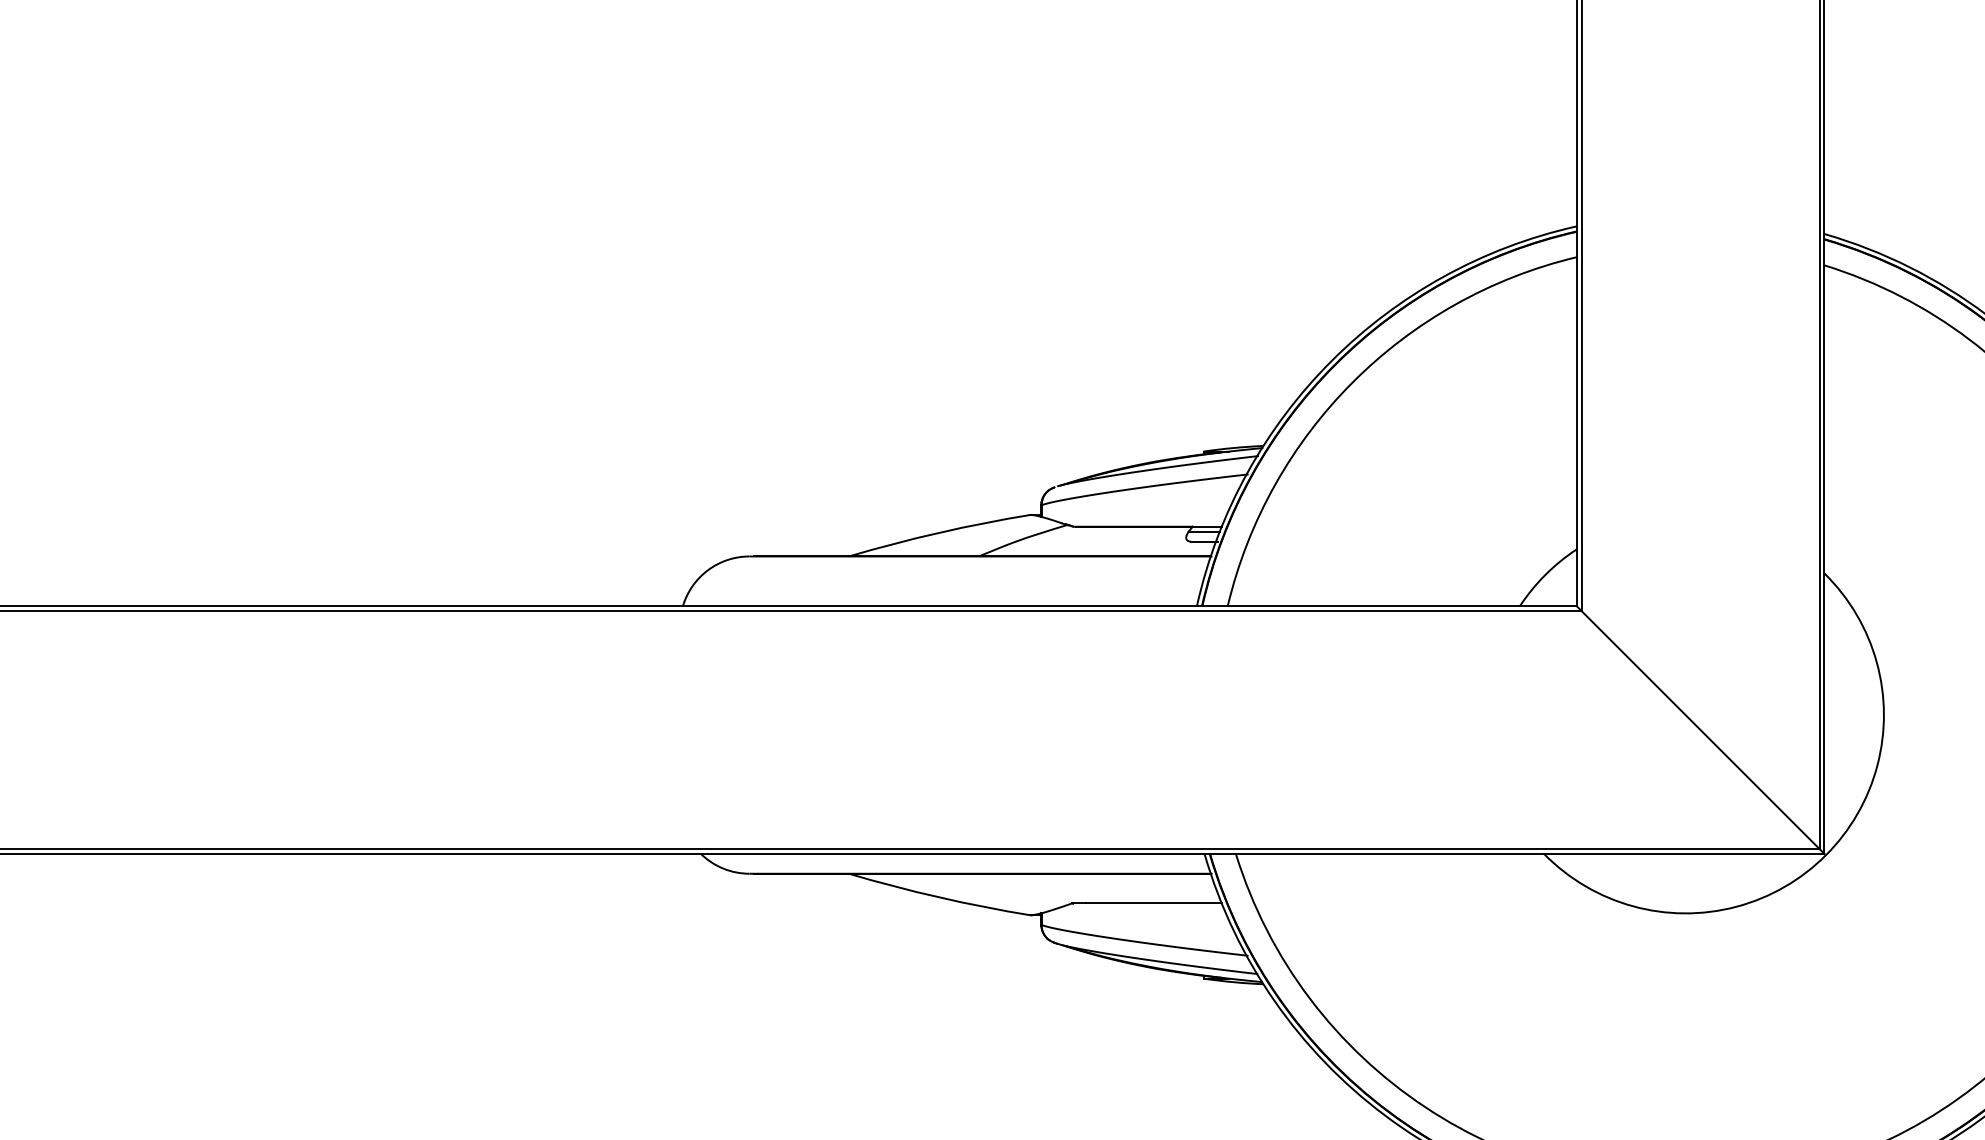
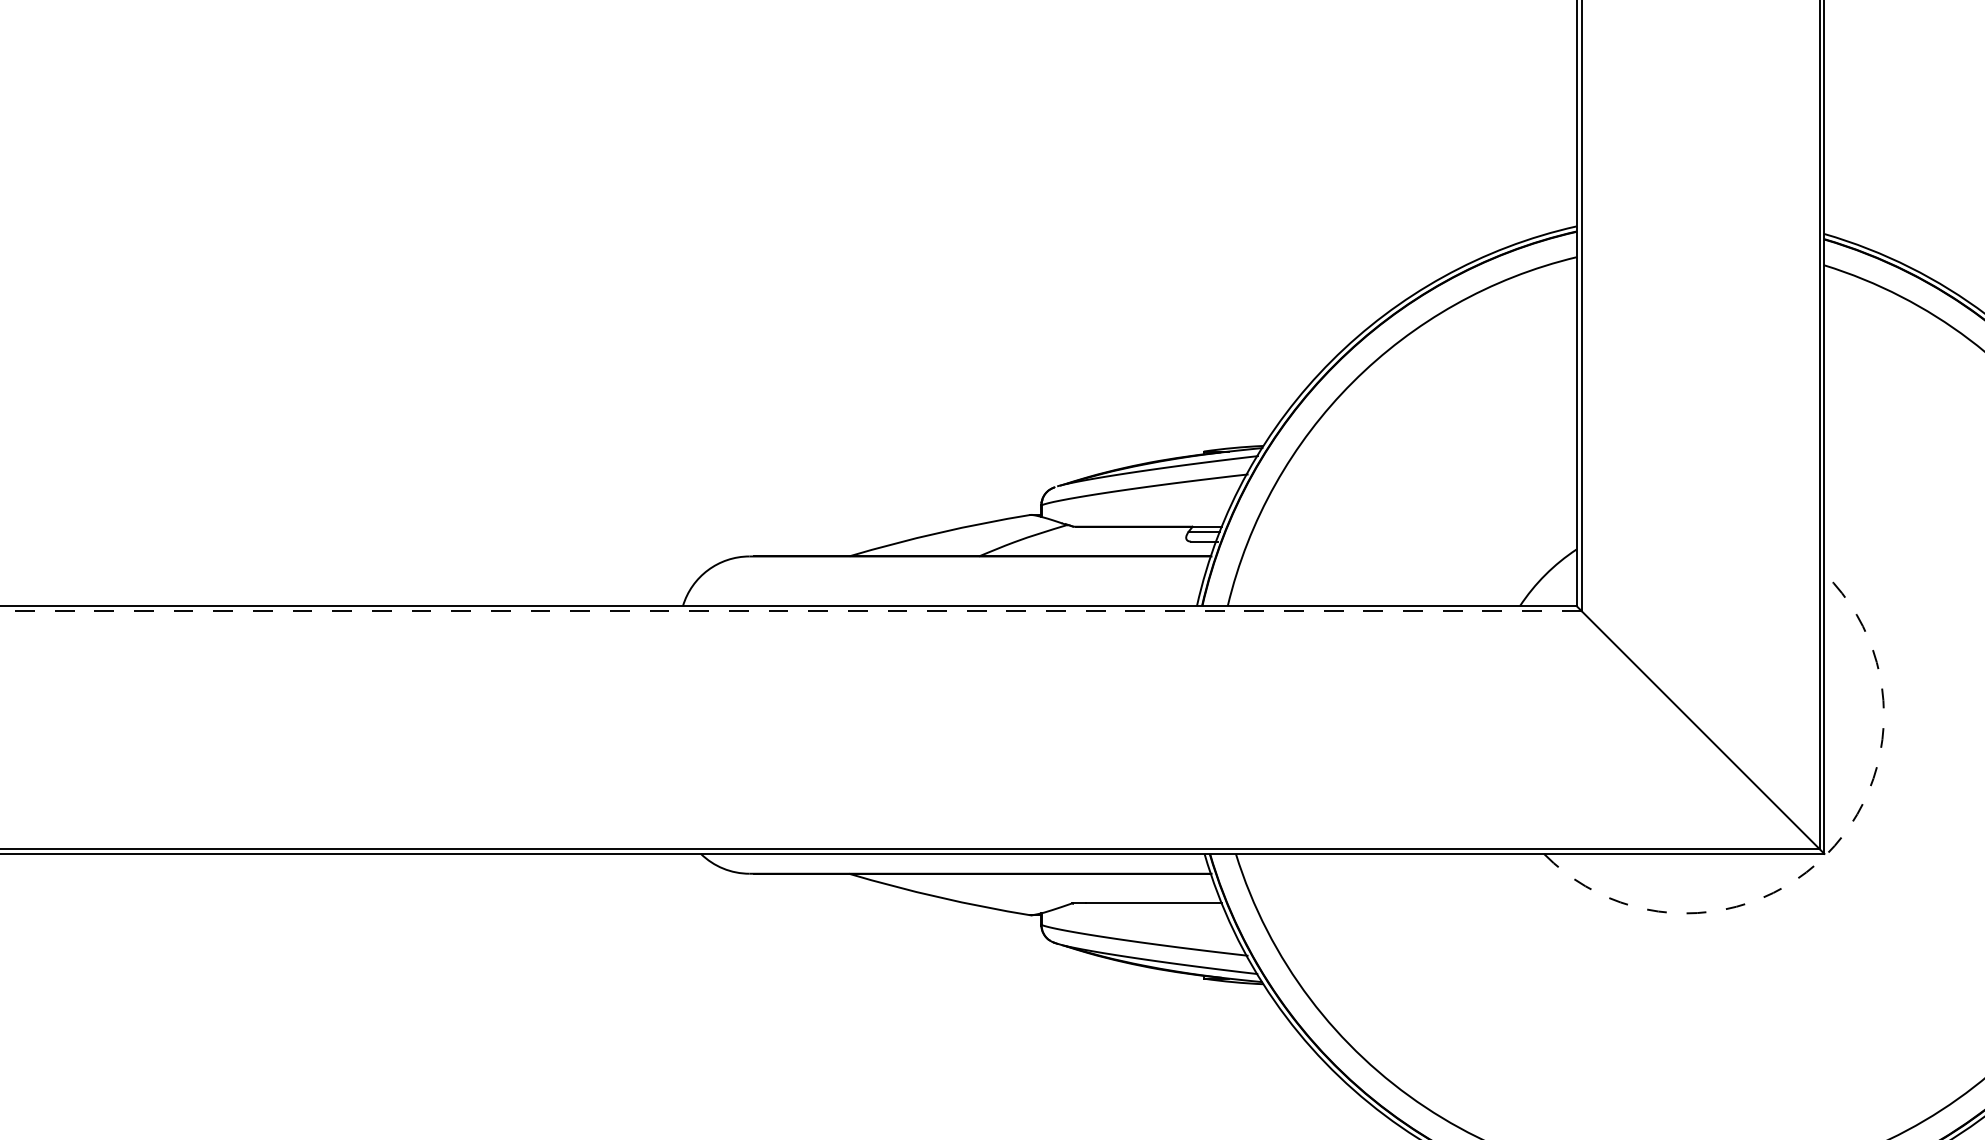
line at (790, 611): solid -> dashed
arc at (1825, 855): solid -> dashed
